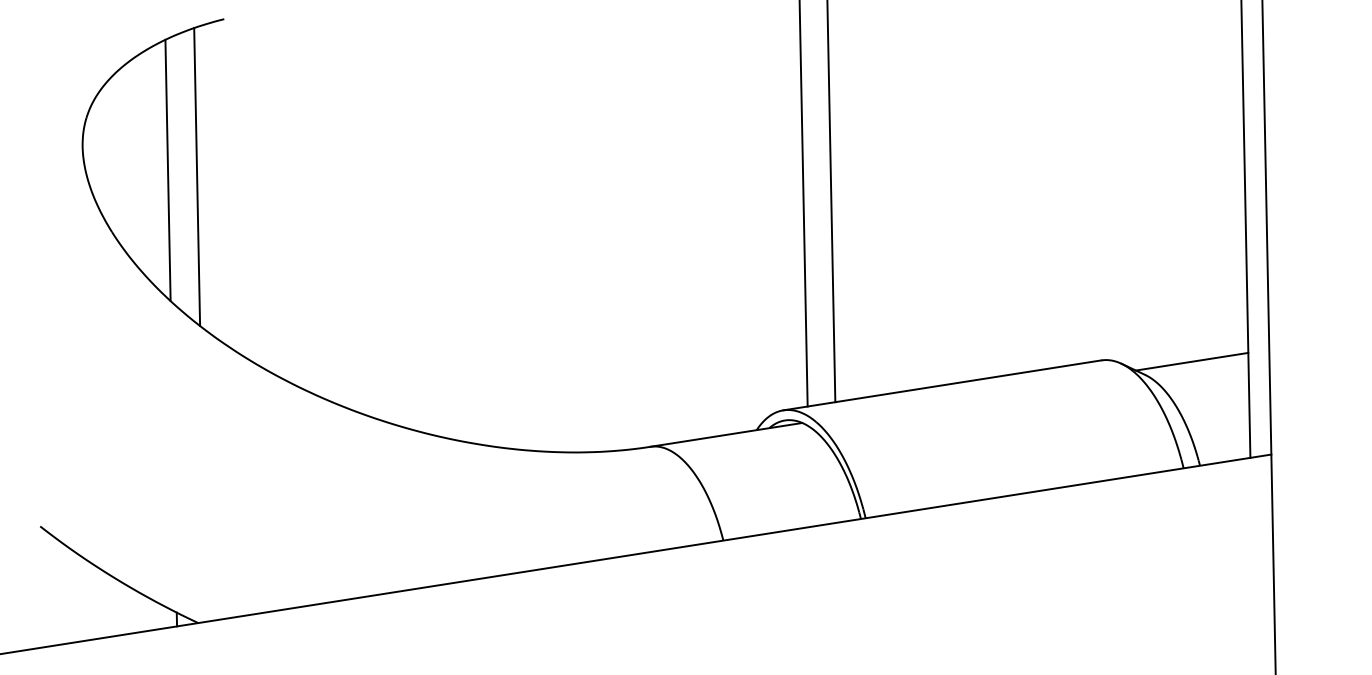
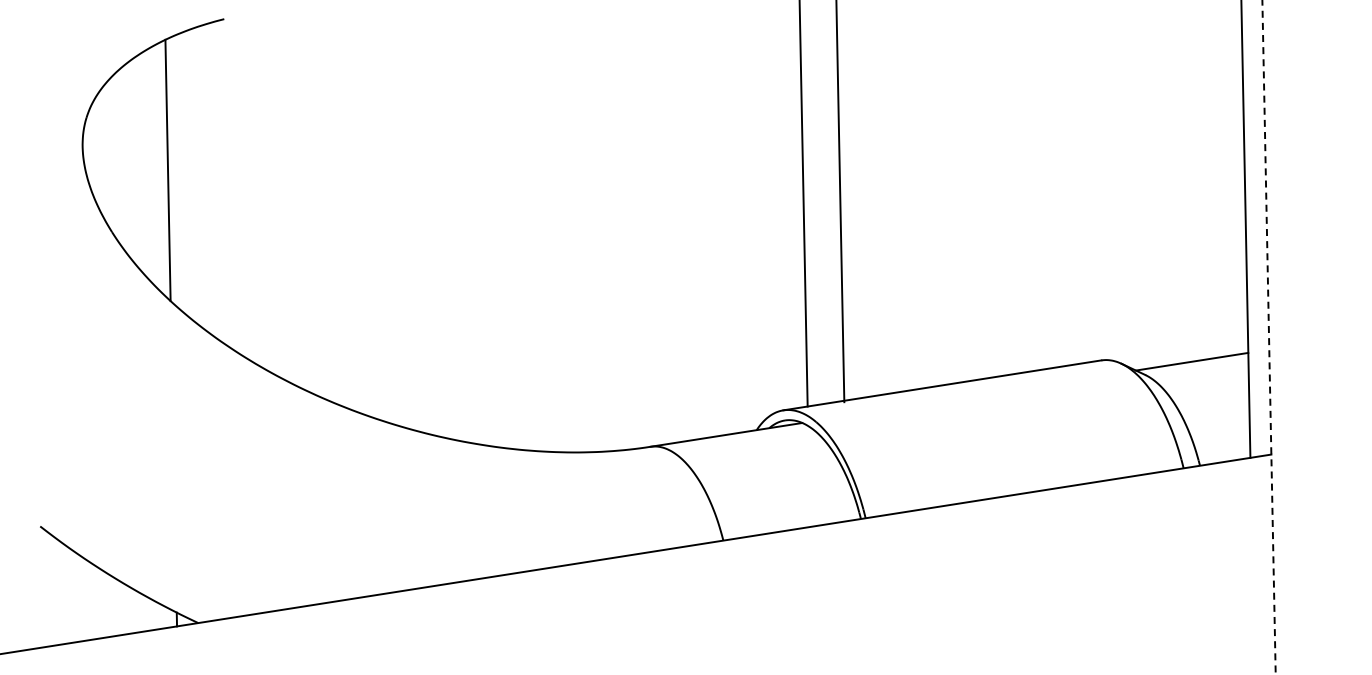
line at (197, 177): present -> none
line at (831, 202) position: (831, 202) -> (840, 202)
line at (1269, 337): solid -> dashed
